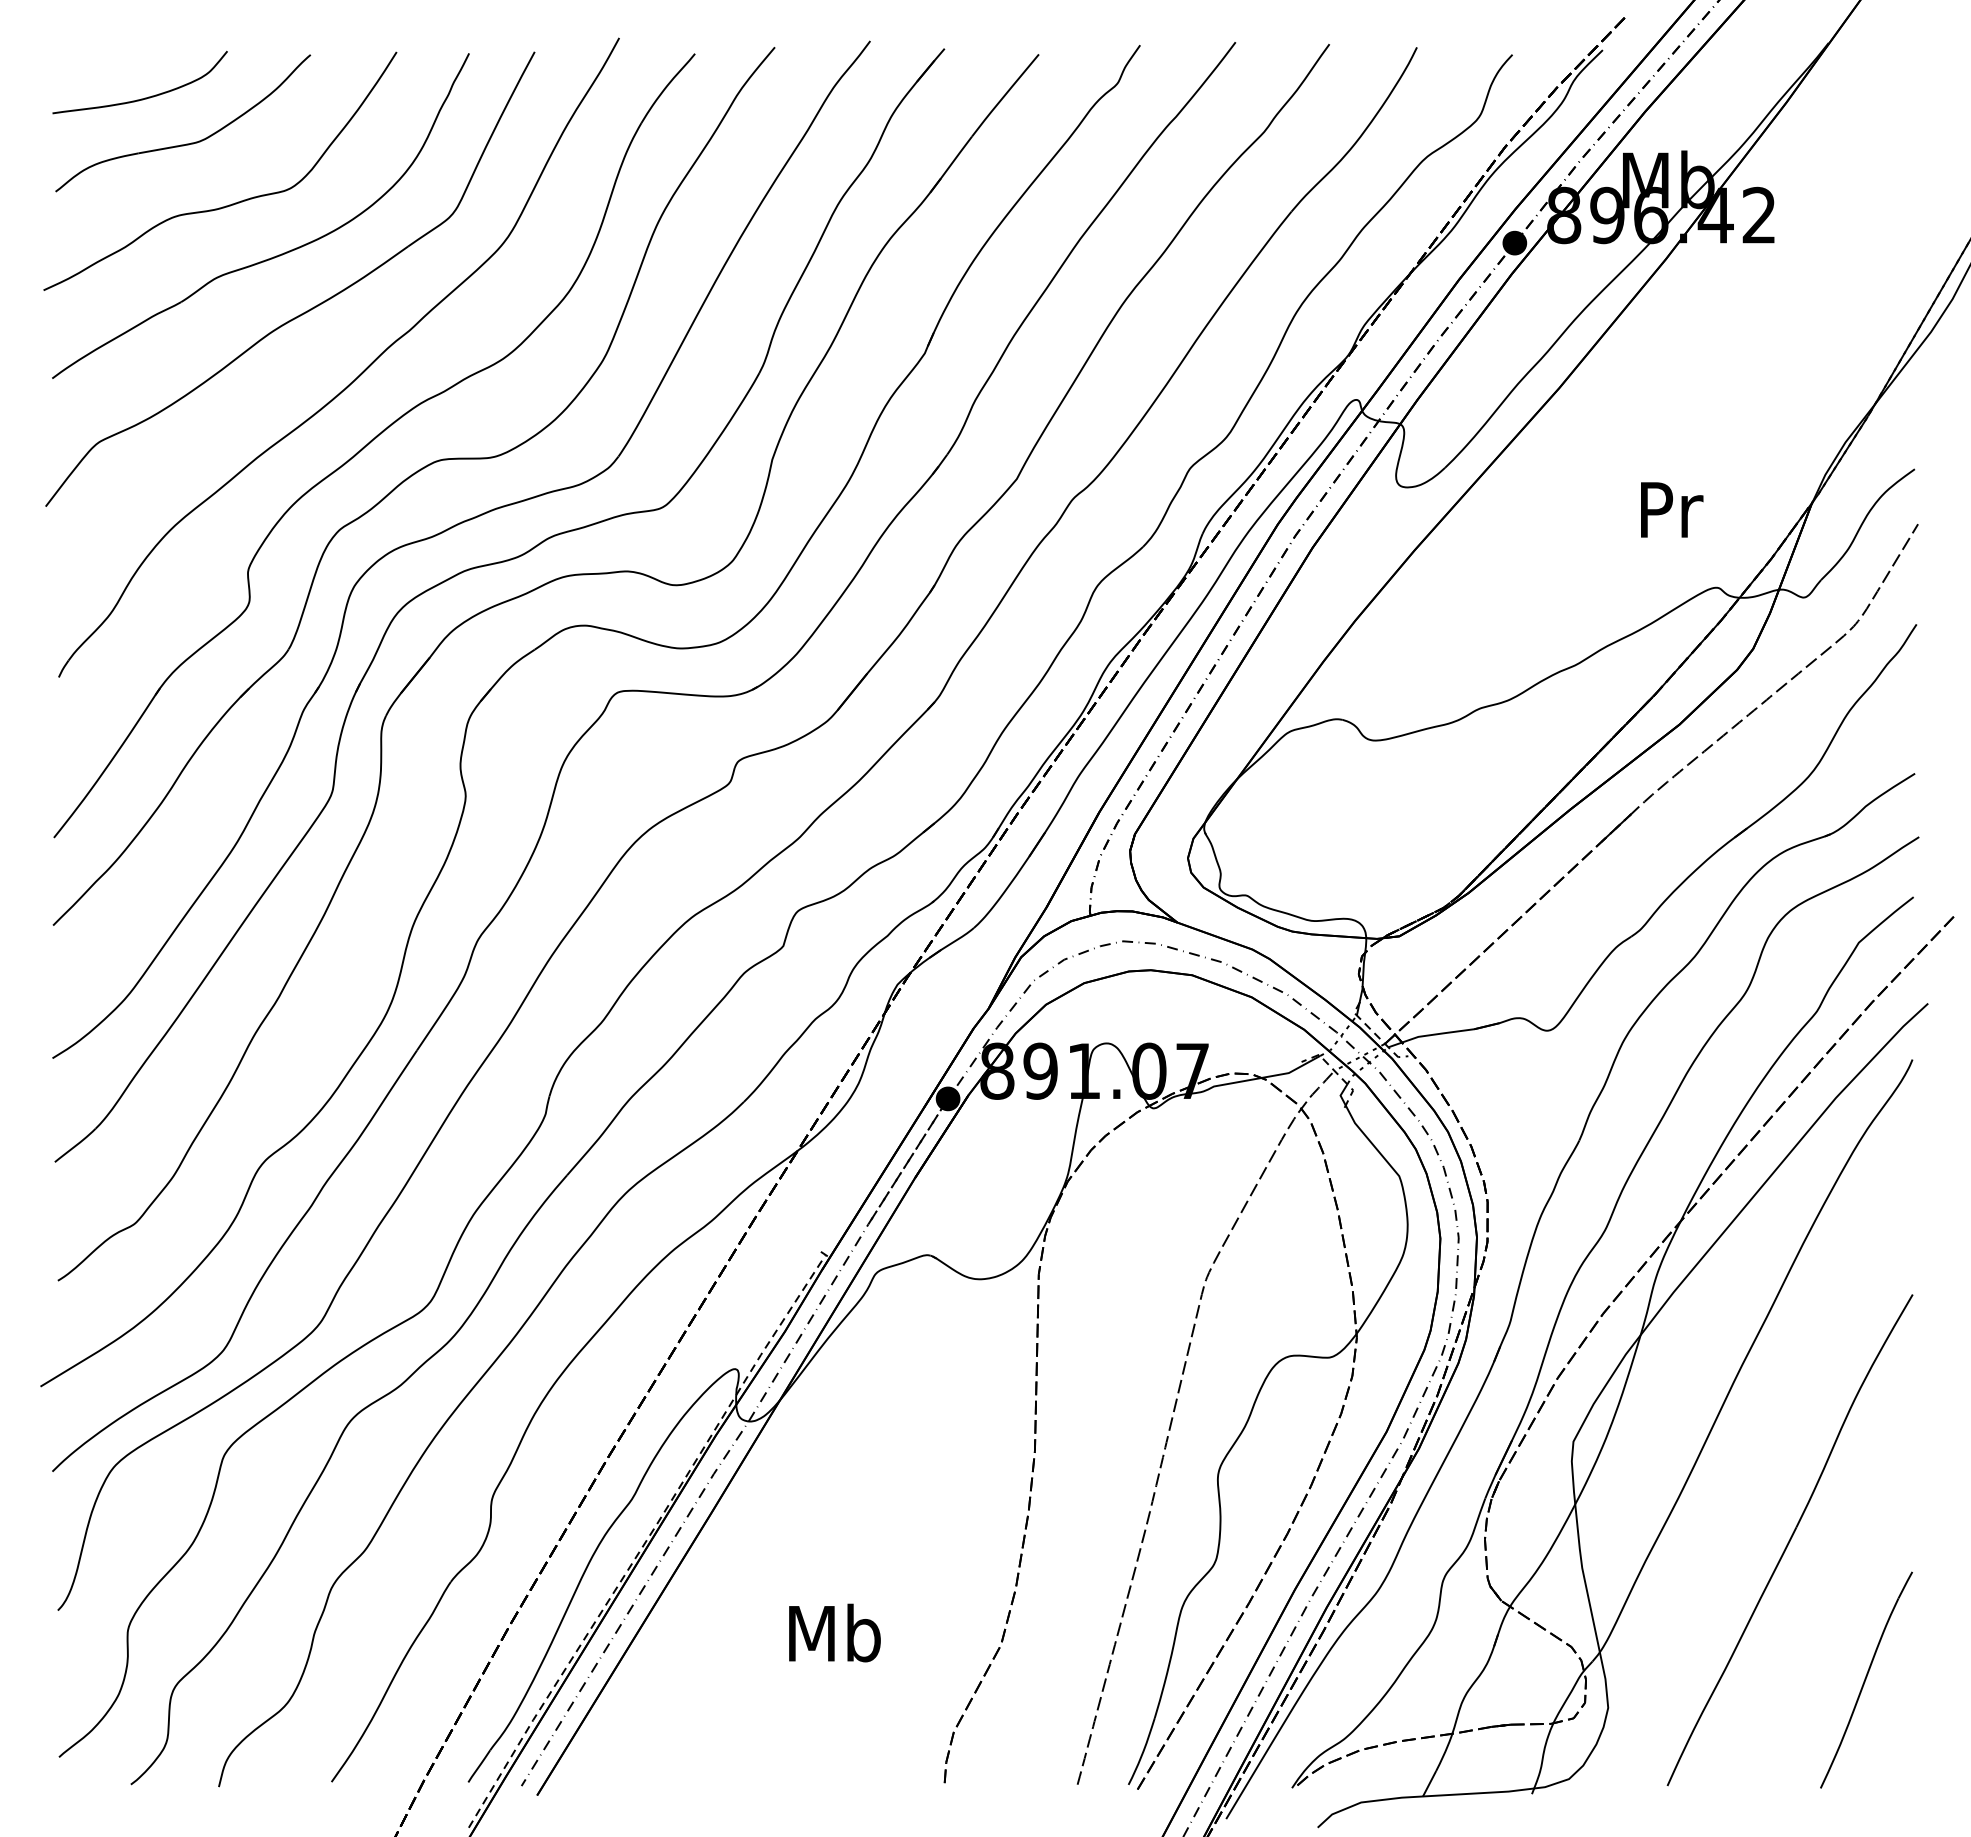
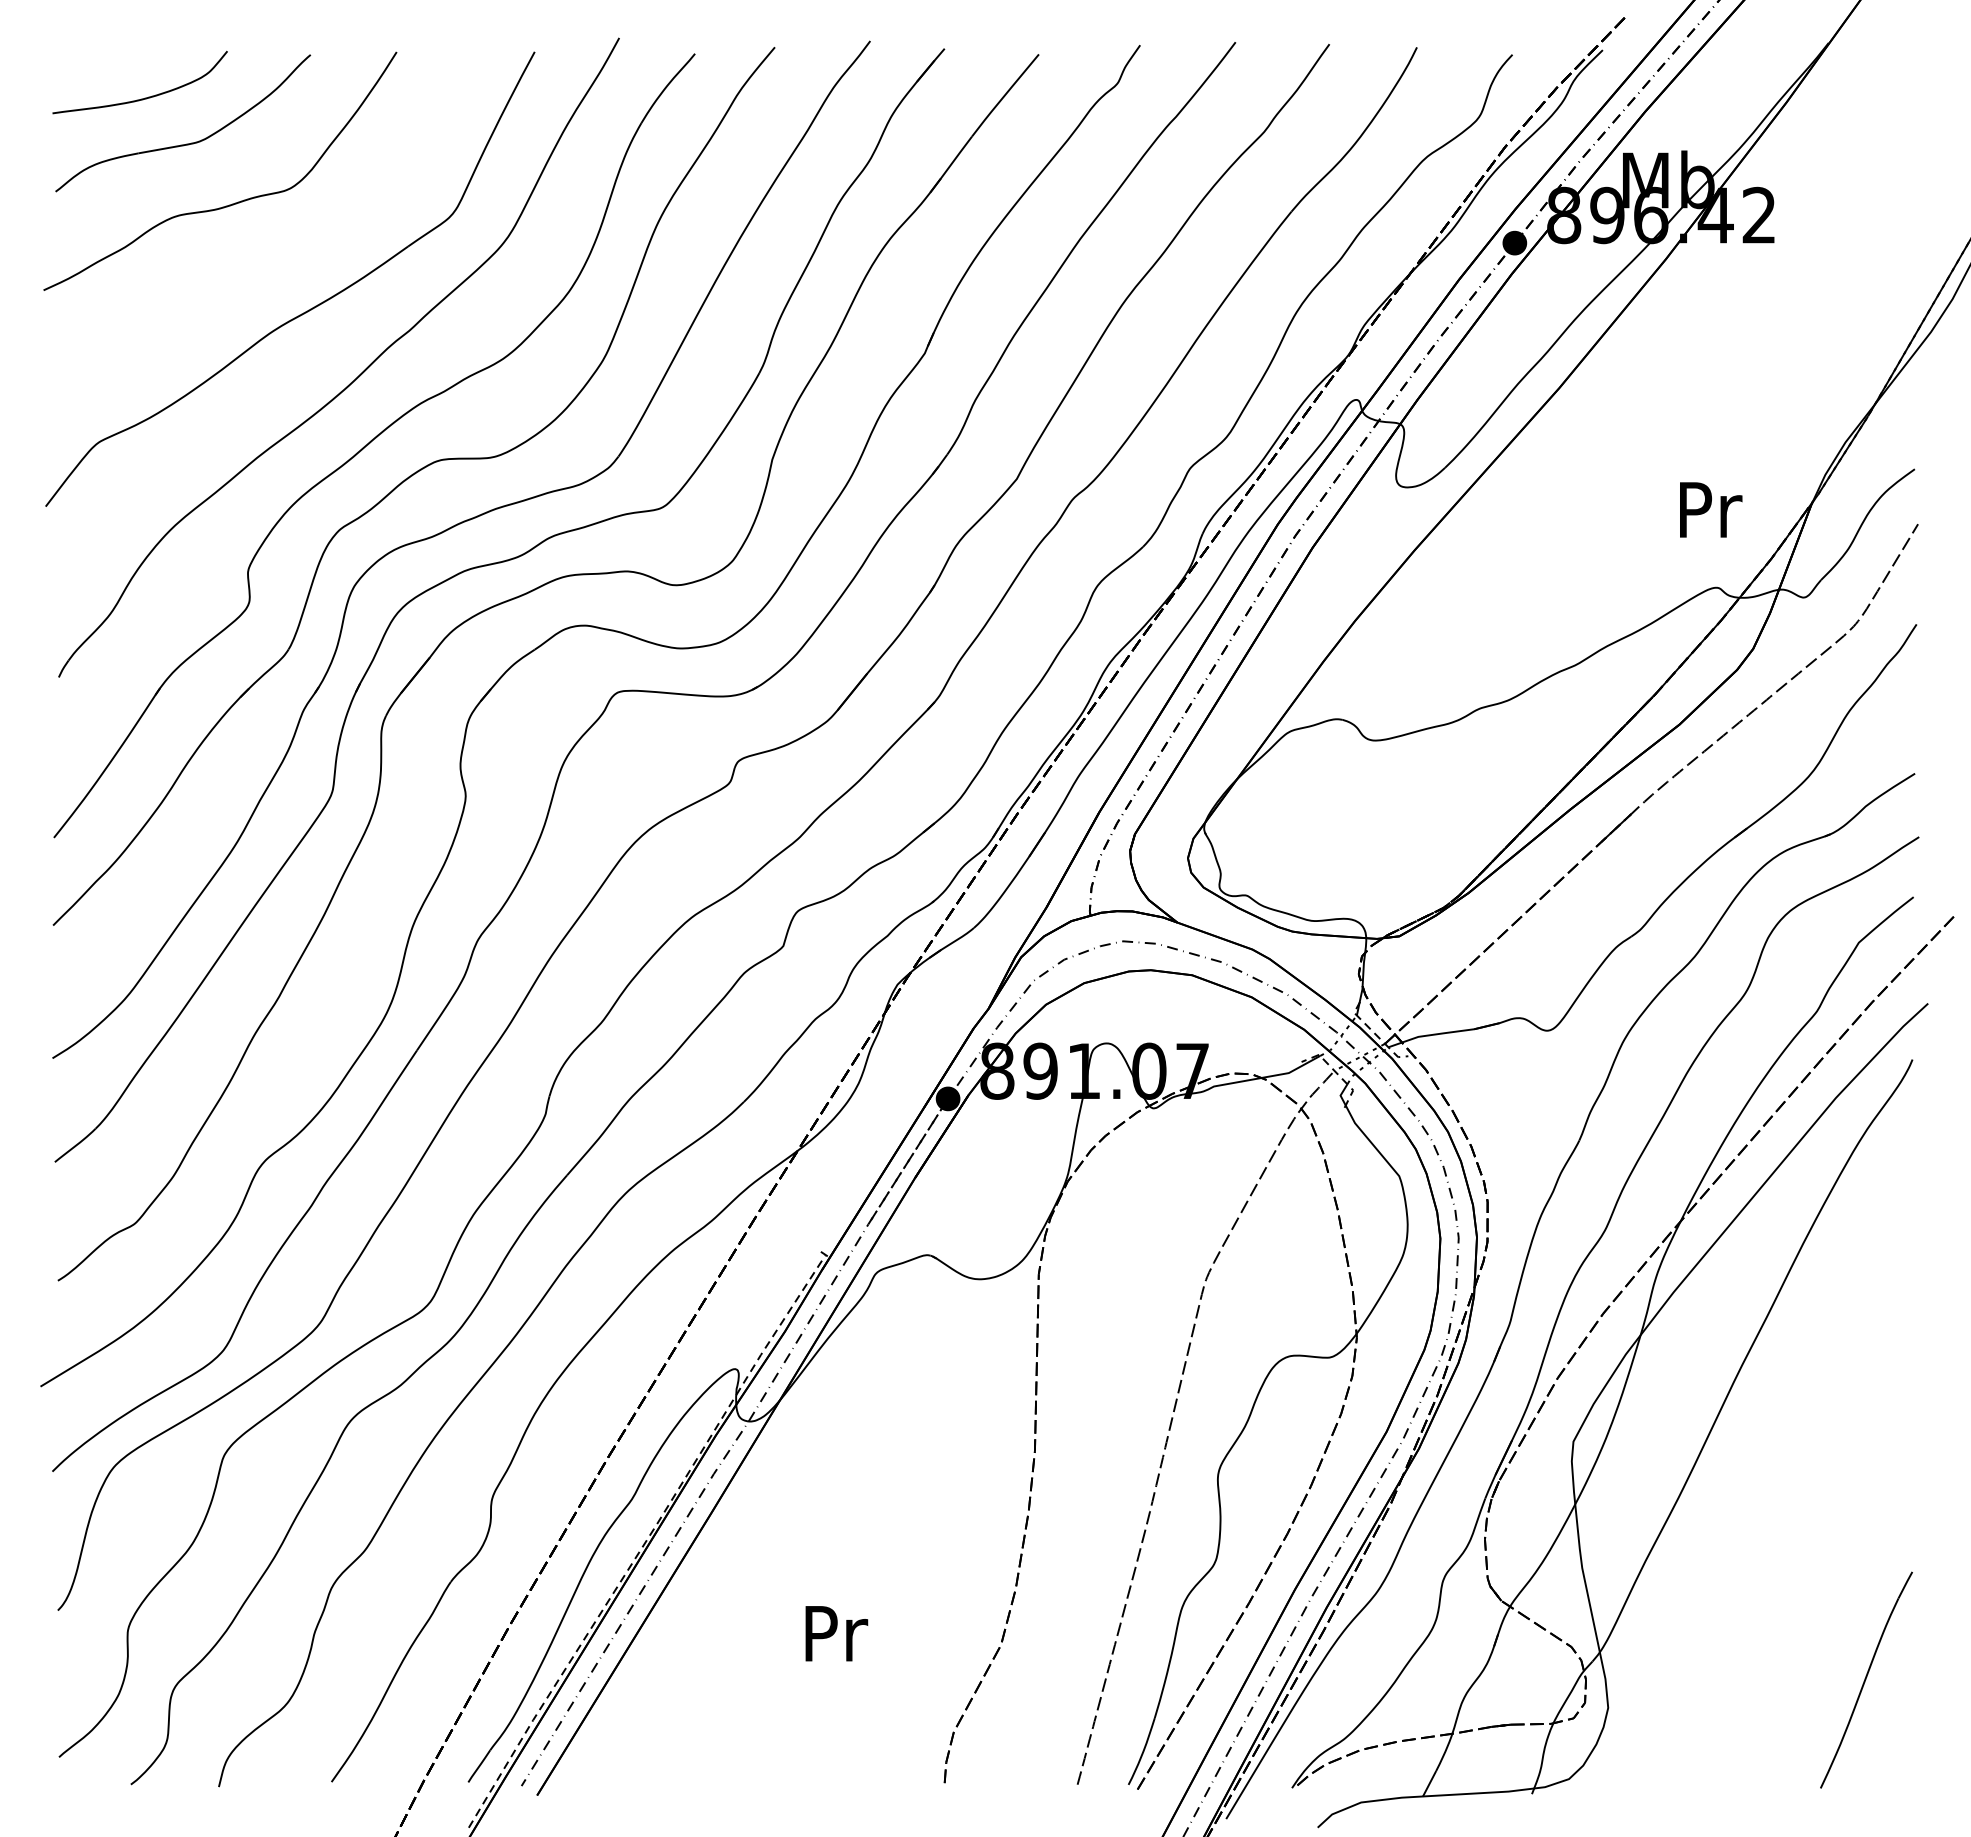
part at (278, 254): present -> none
text at (1672, 509) position: (1672, 509) -> (1711, 509)
part at (1789, 1540): present -> none
text at (834, 1632): Mb -> Pr
